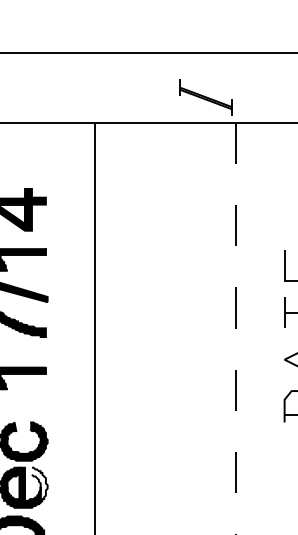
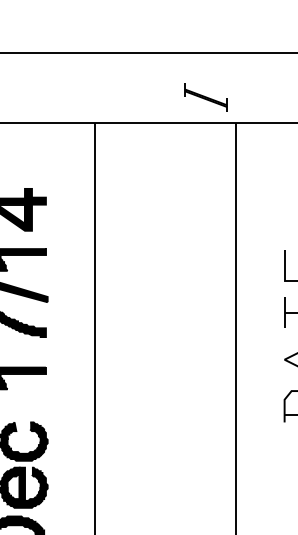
part at (205, 97) size: 54x37 px -> 44x29 px
line at (235, 328): dashed -> solid
fill at (39, 484): none -> present
